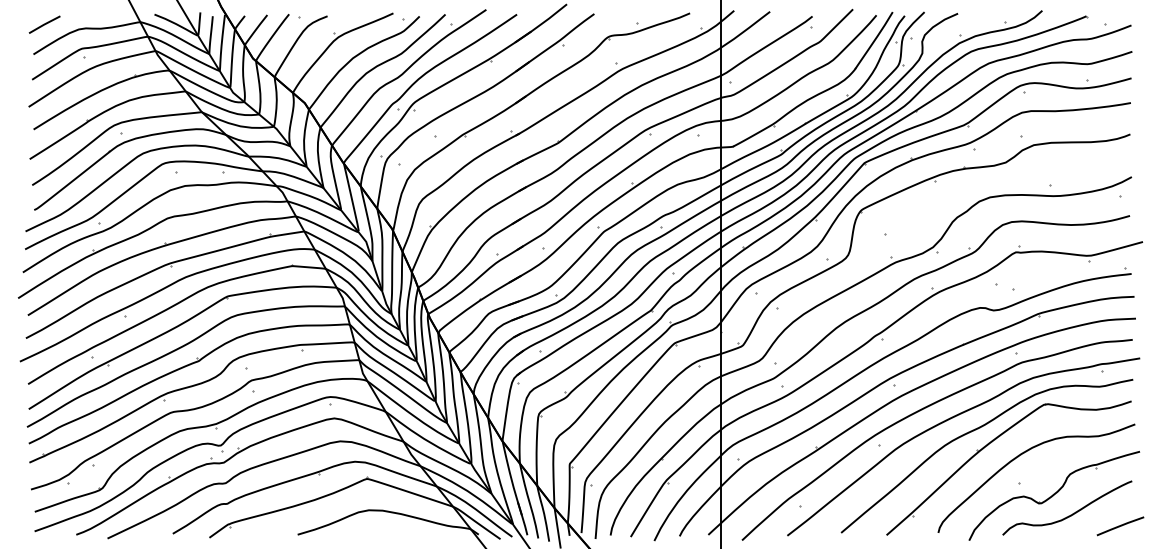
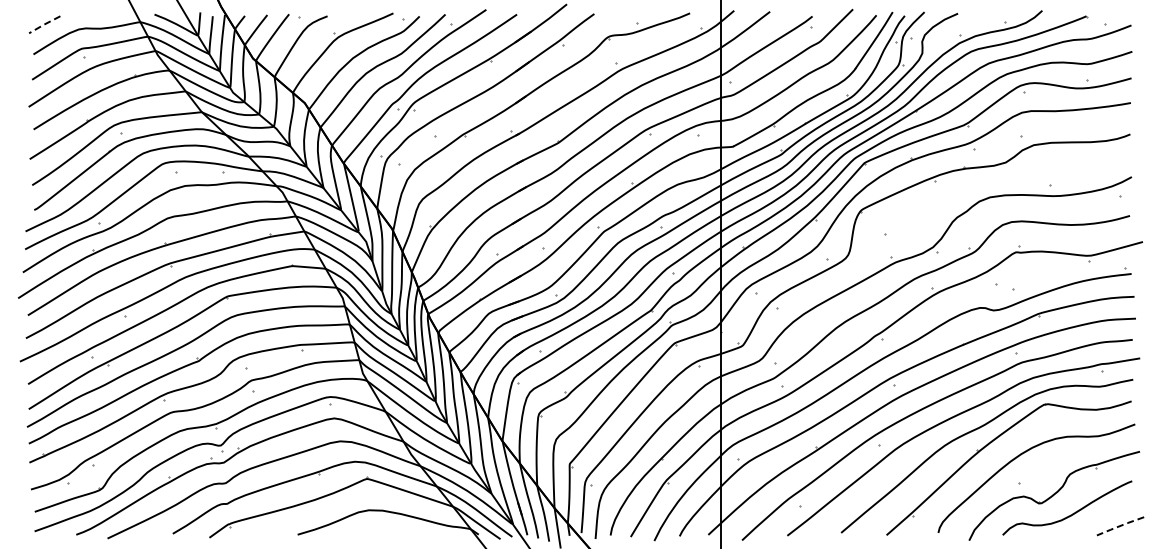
line at (43, 24): solid -> dashed
line at (1119, 526): solid -> dashed
